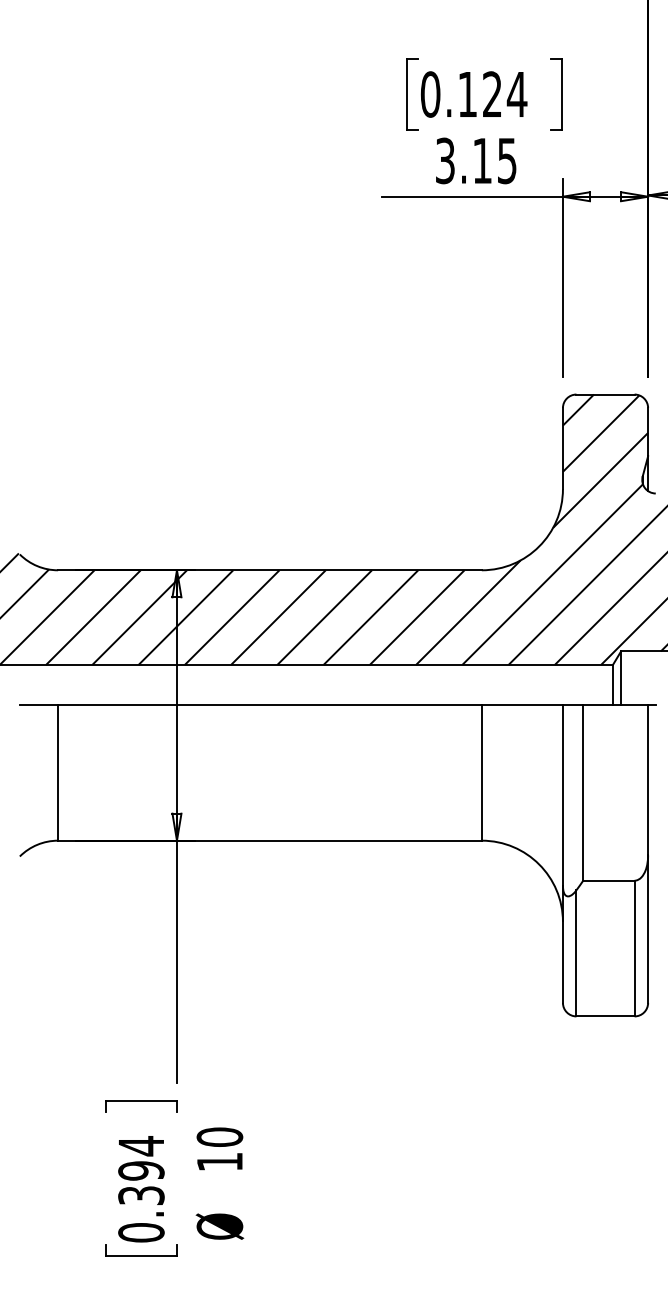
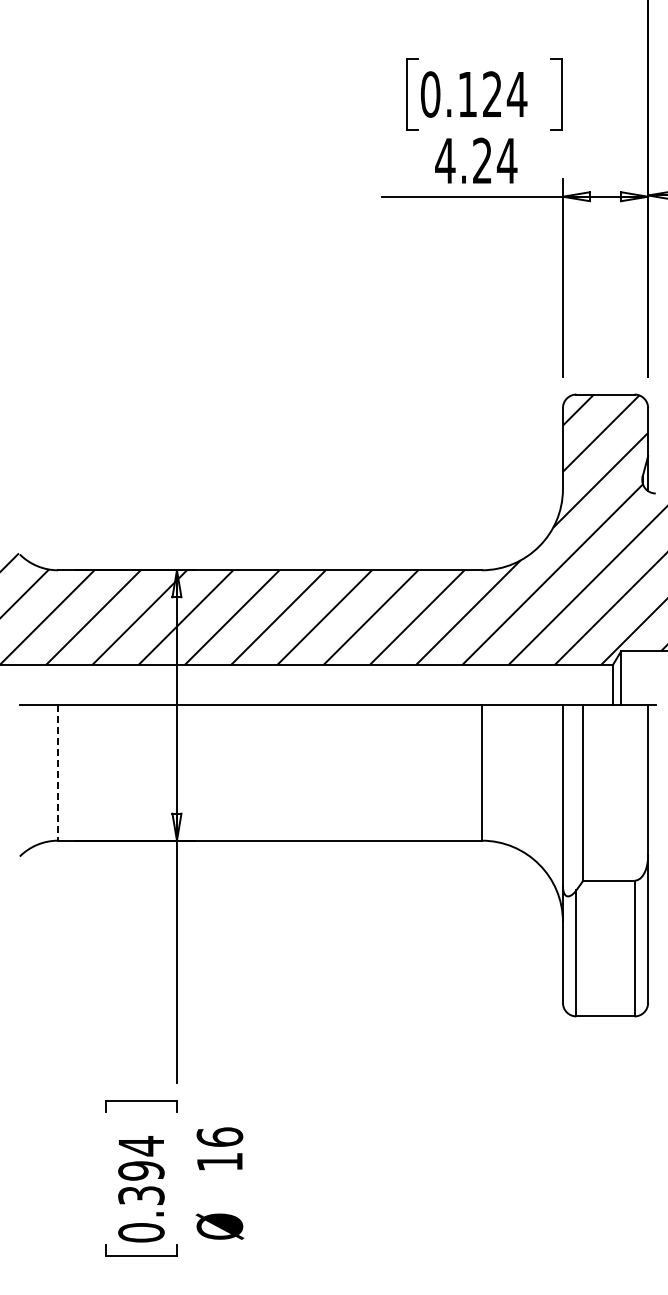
text at (476, 160): 3.15 -> 4.24
line at (58, 773): solid -> dashed
text at (219, 1136): 10 -> 16
